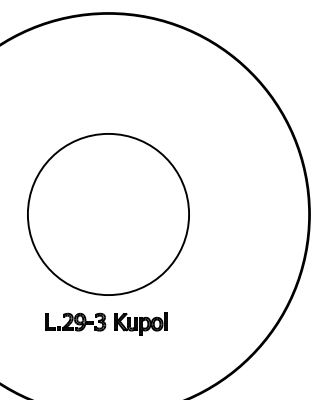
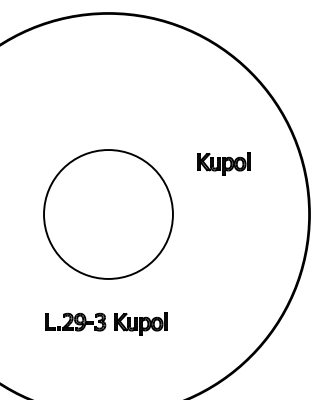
part at (223, 163): none -> present
circle at (108, 214) diameter: 161 px -> 129 px
